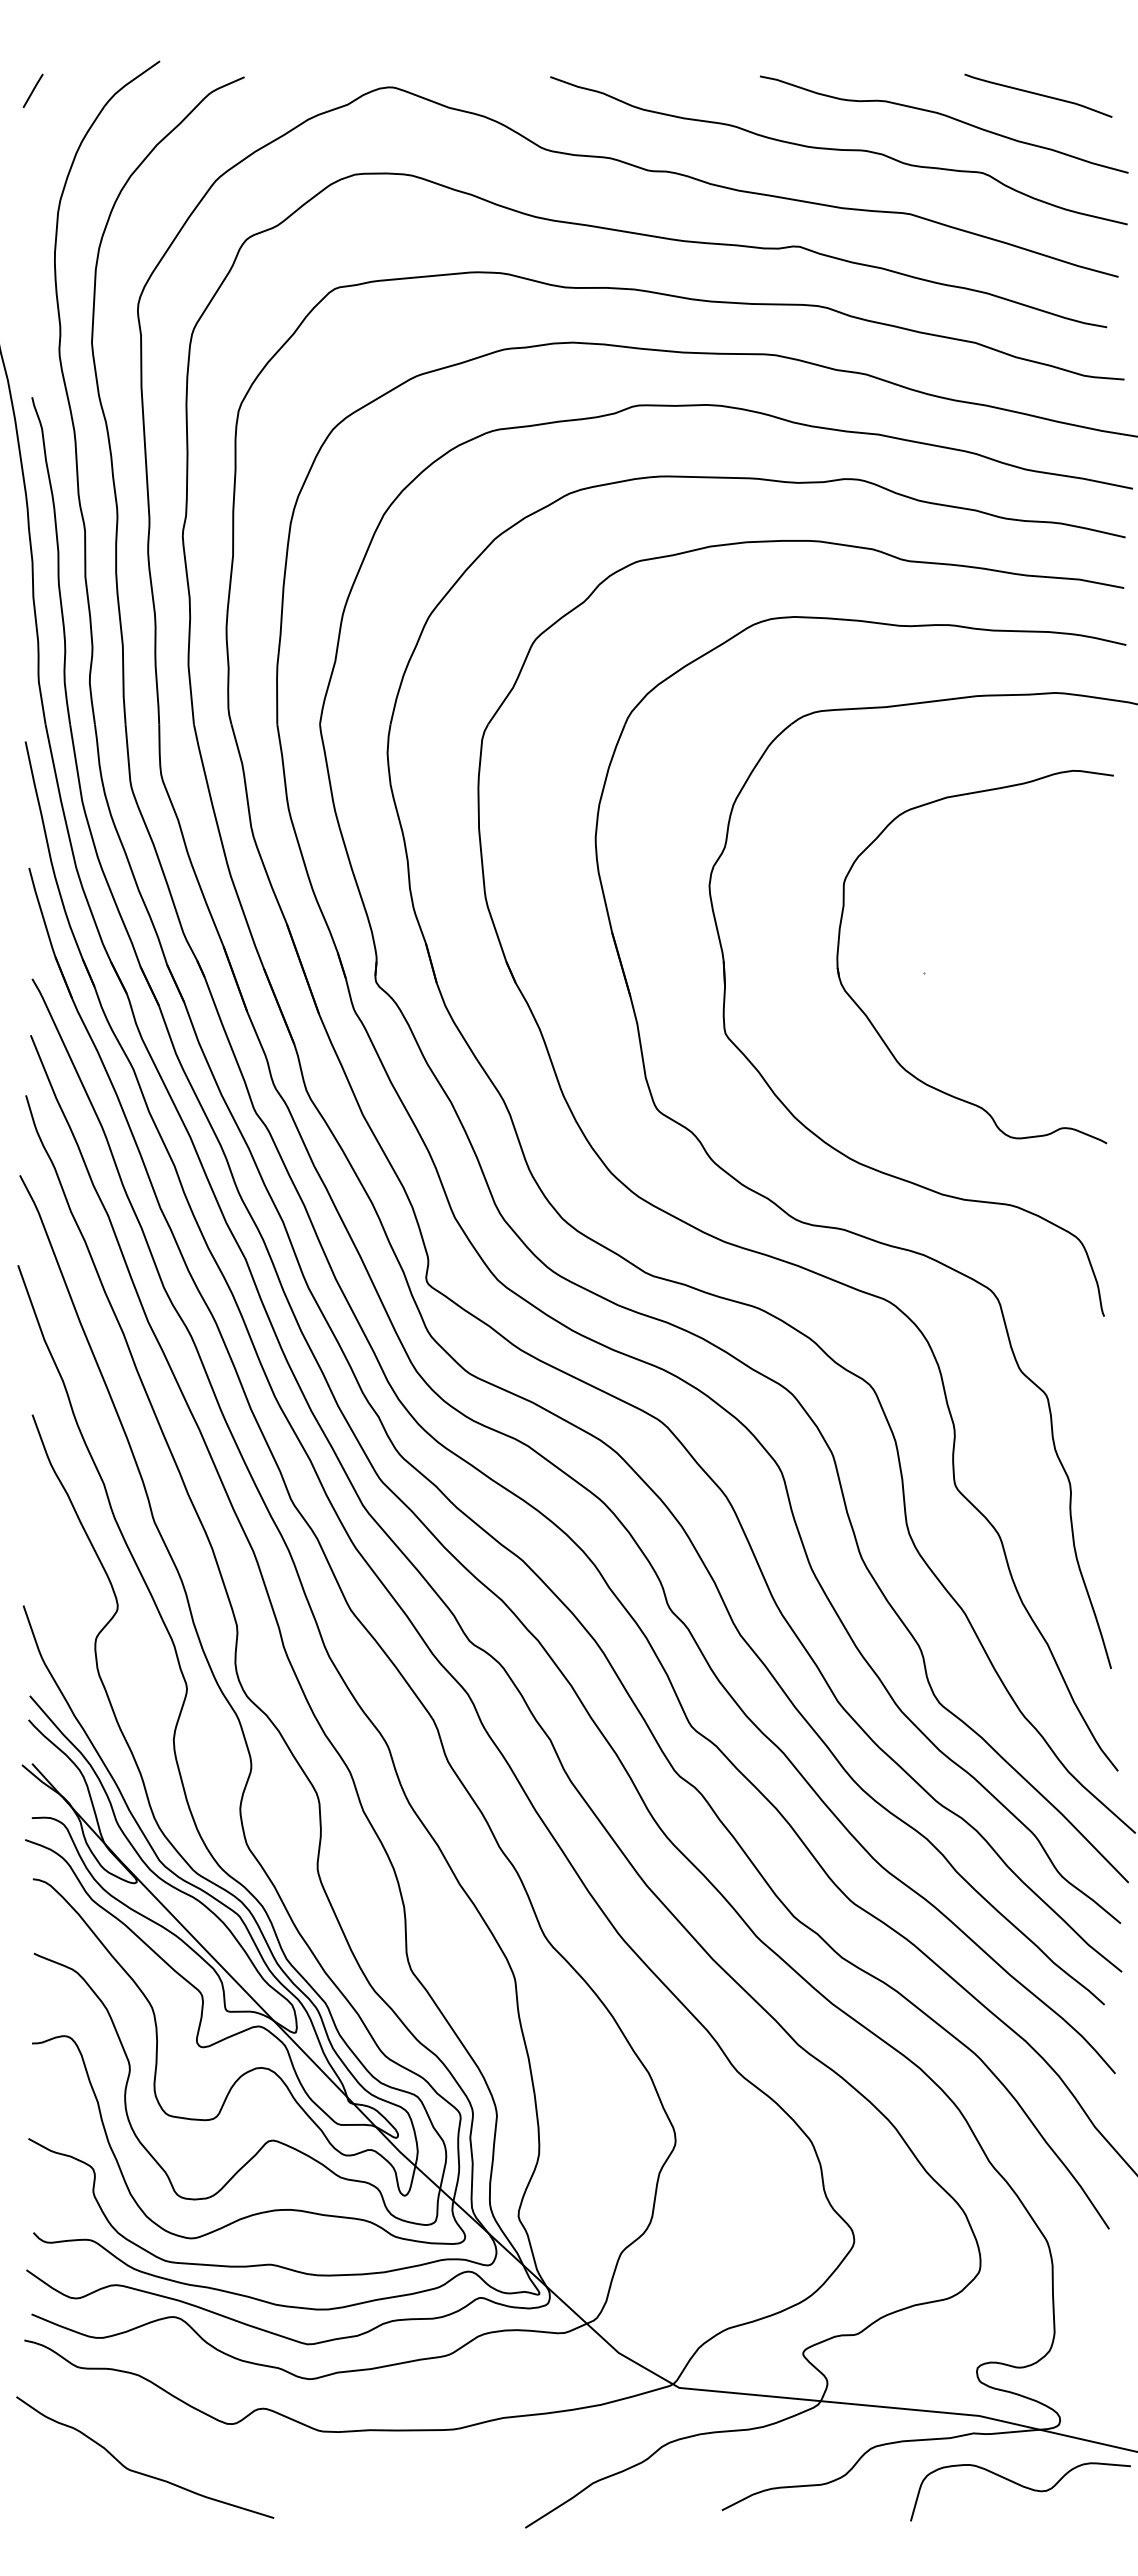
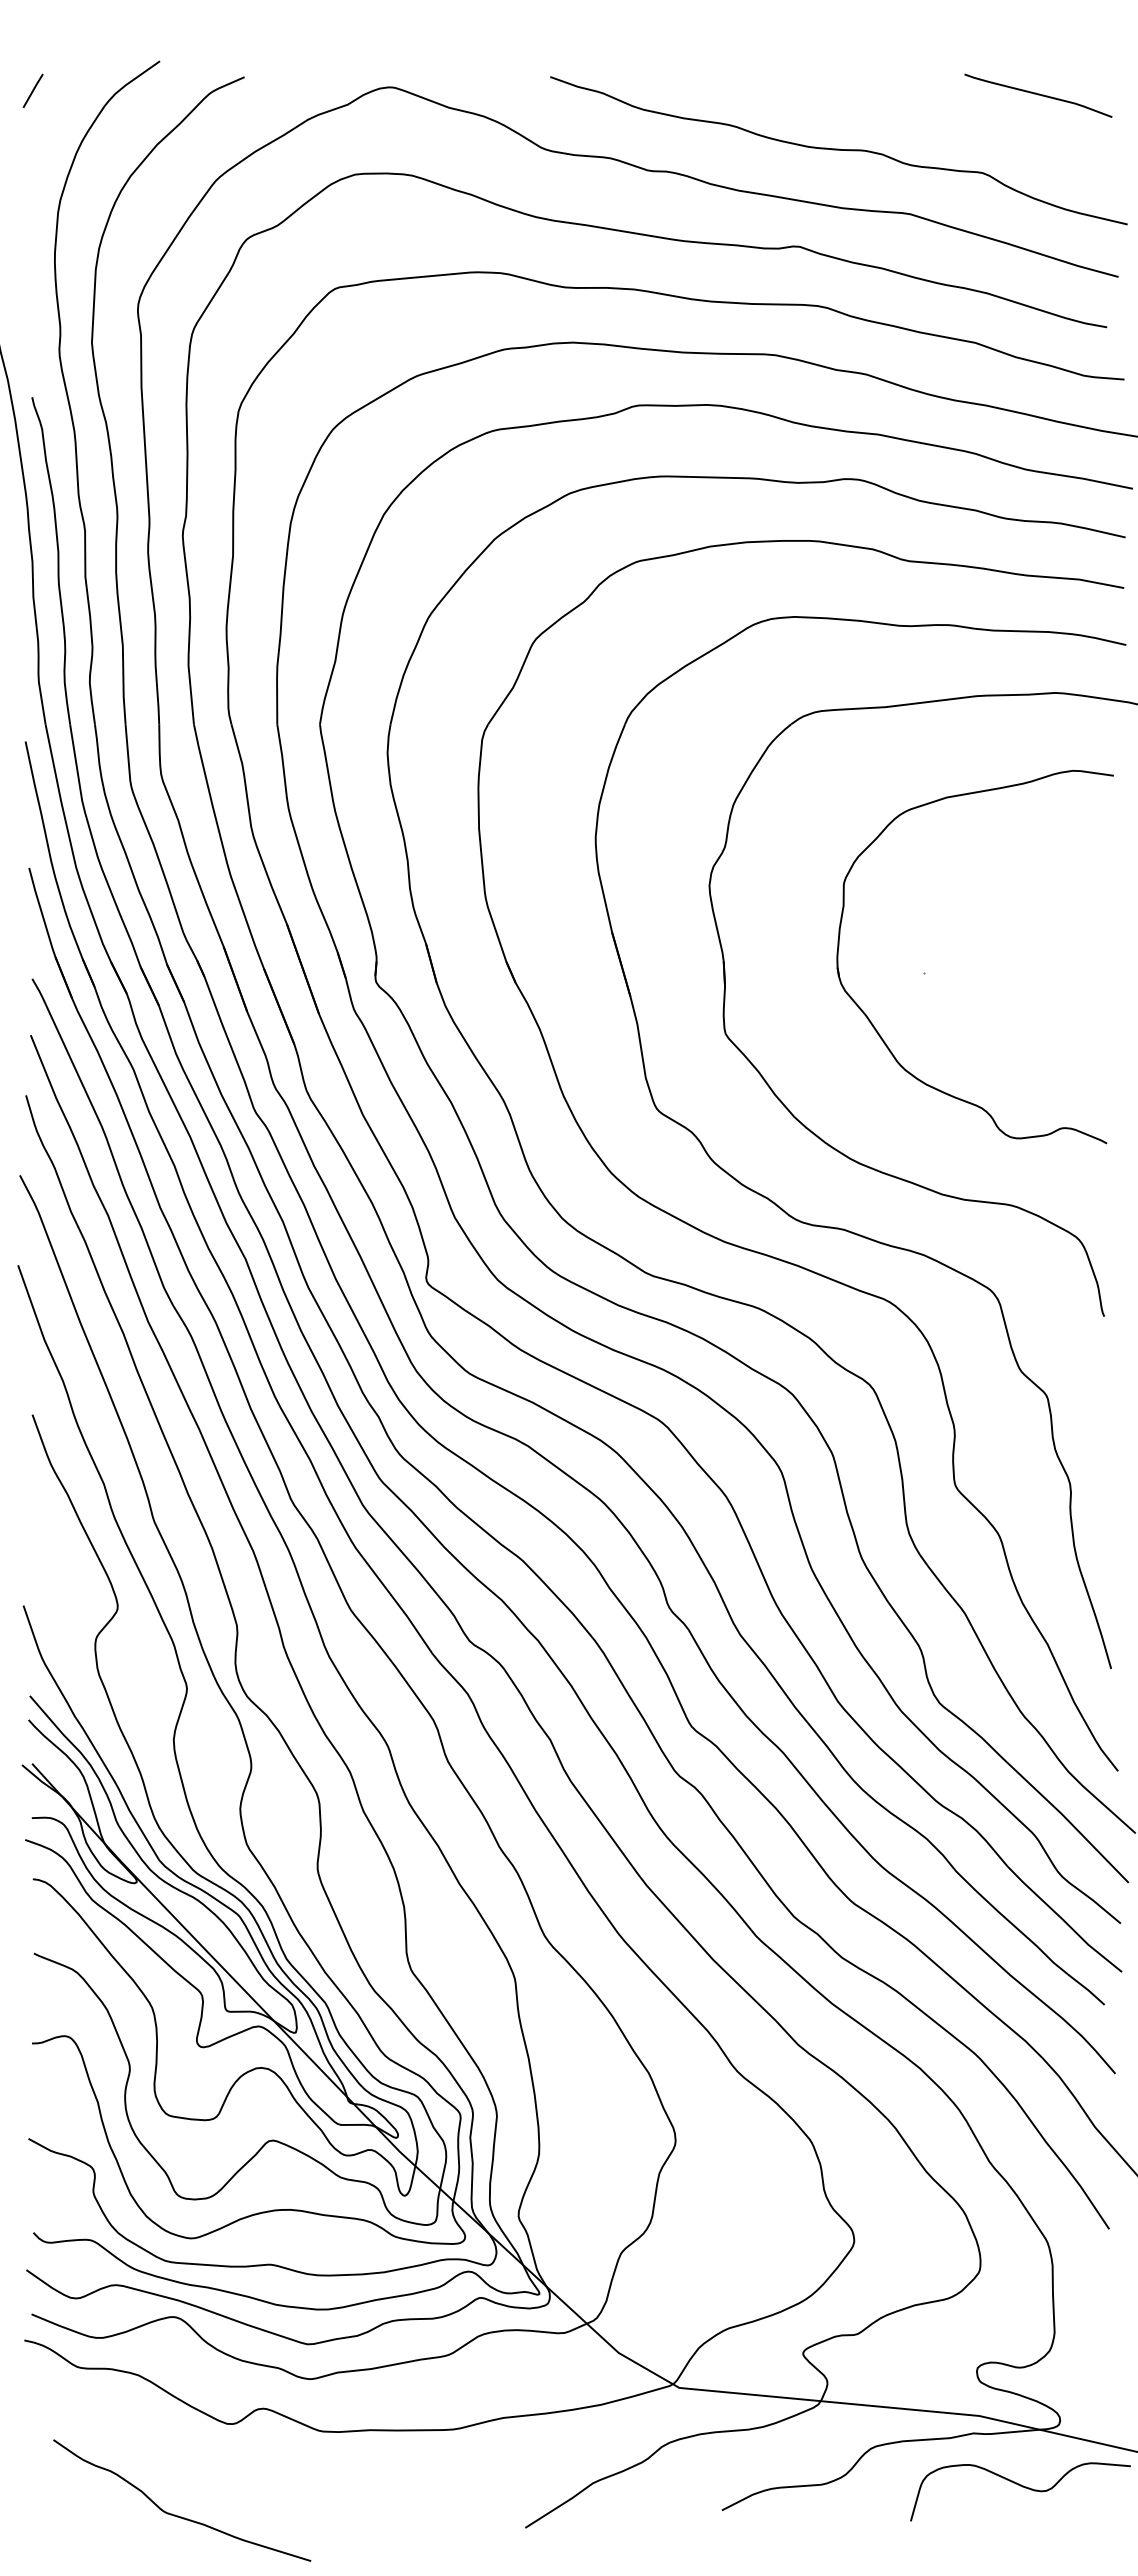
curve at (947, 117): present -> none
curve at (141, 2472) position: (141, 2472) -> (178, 2515)
